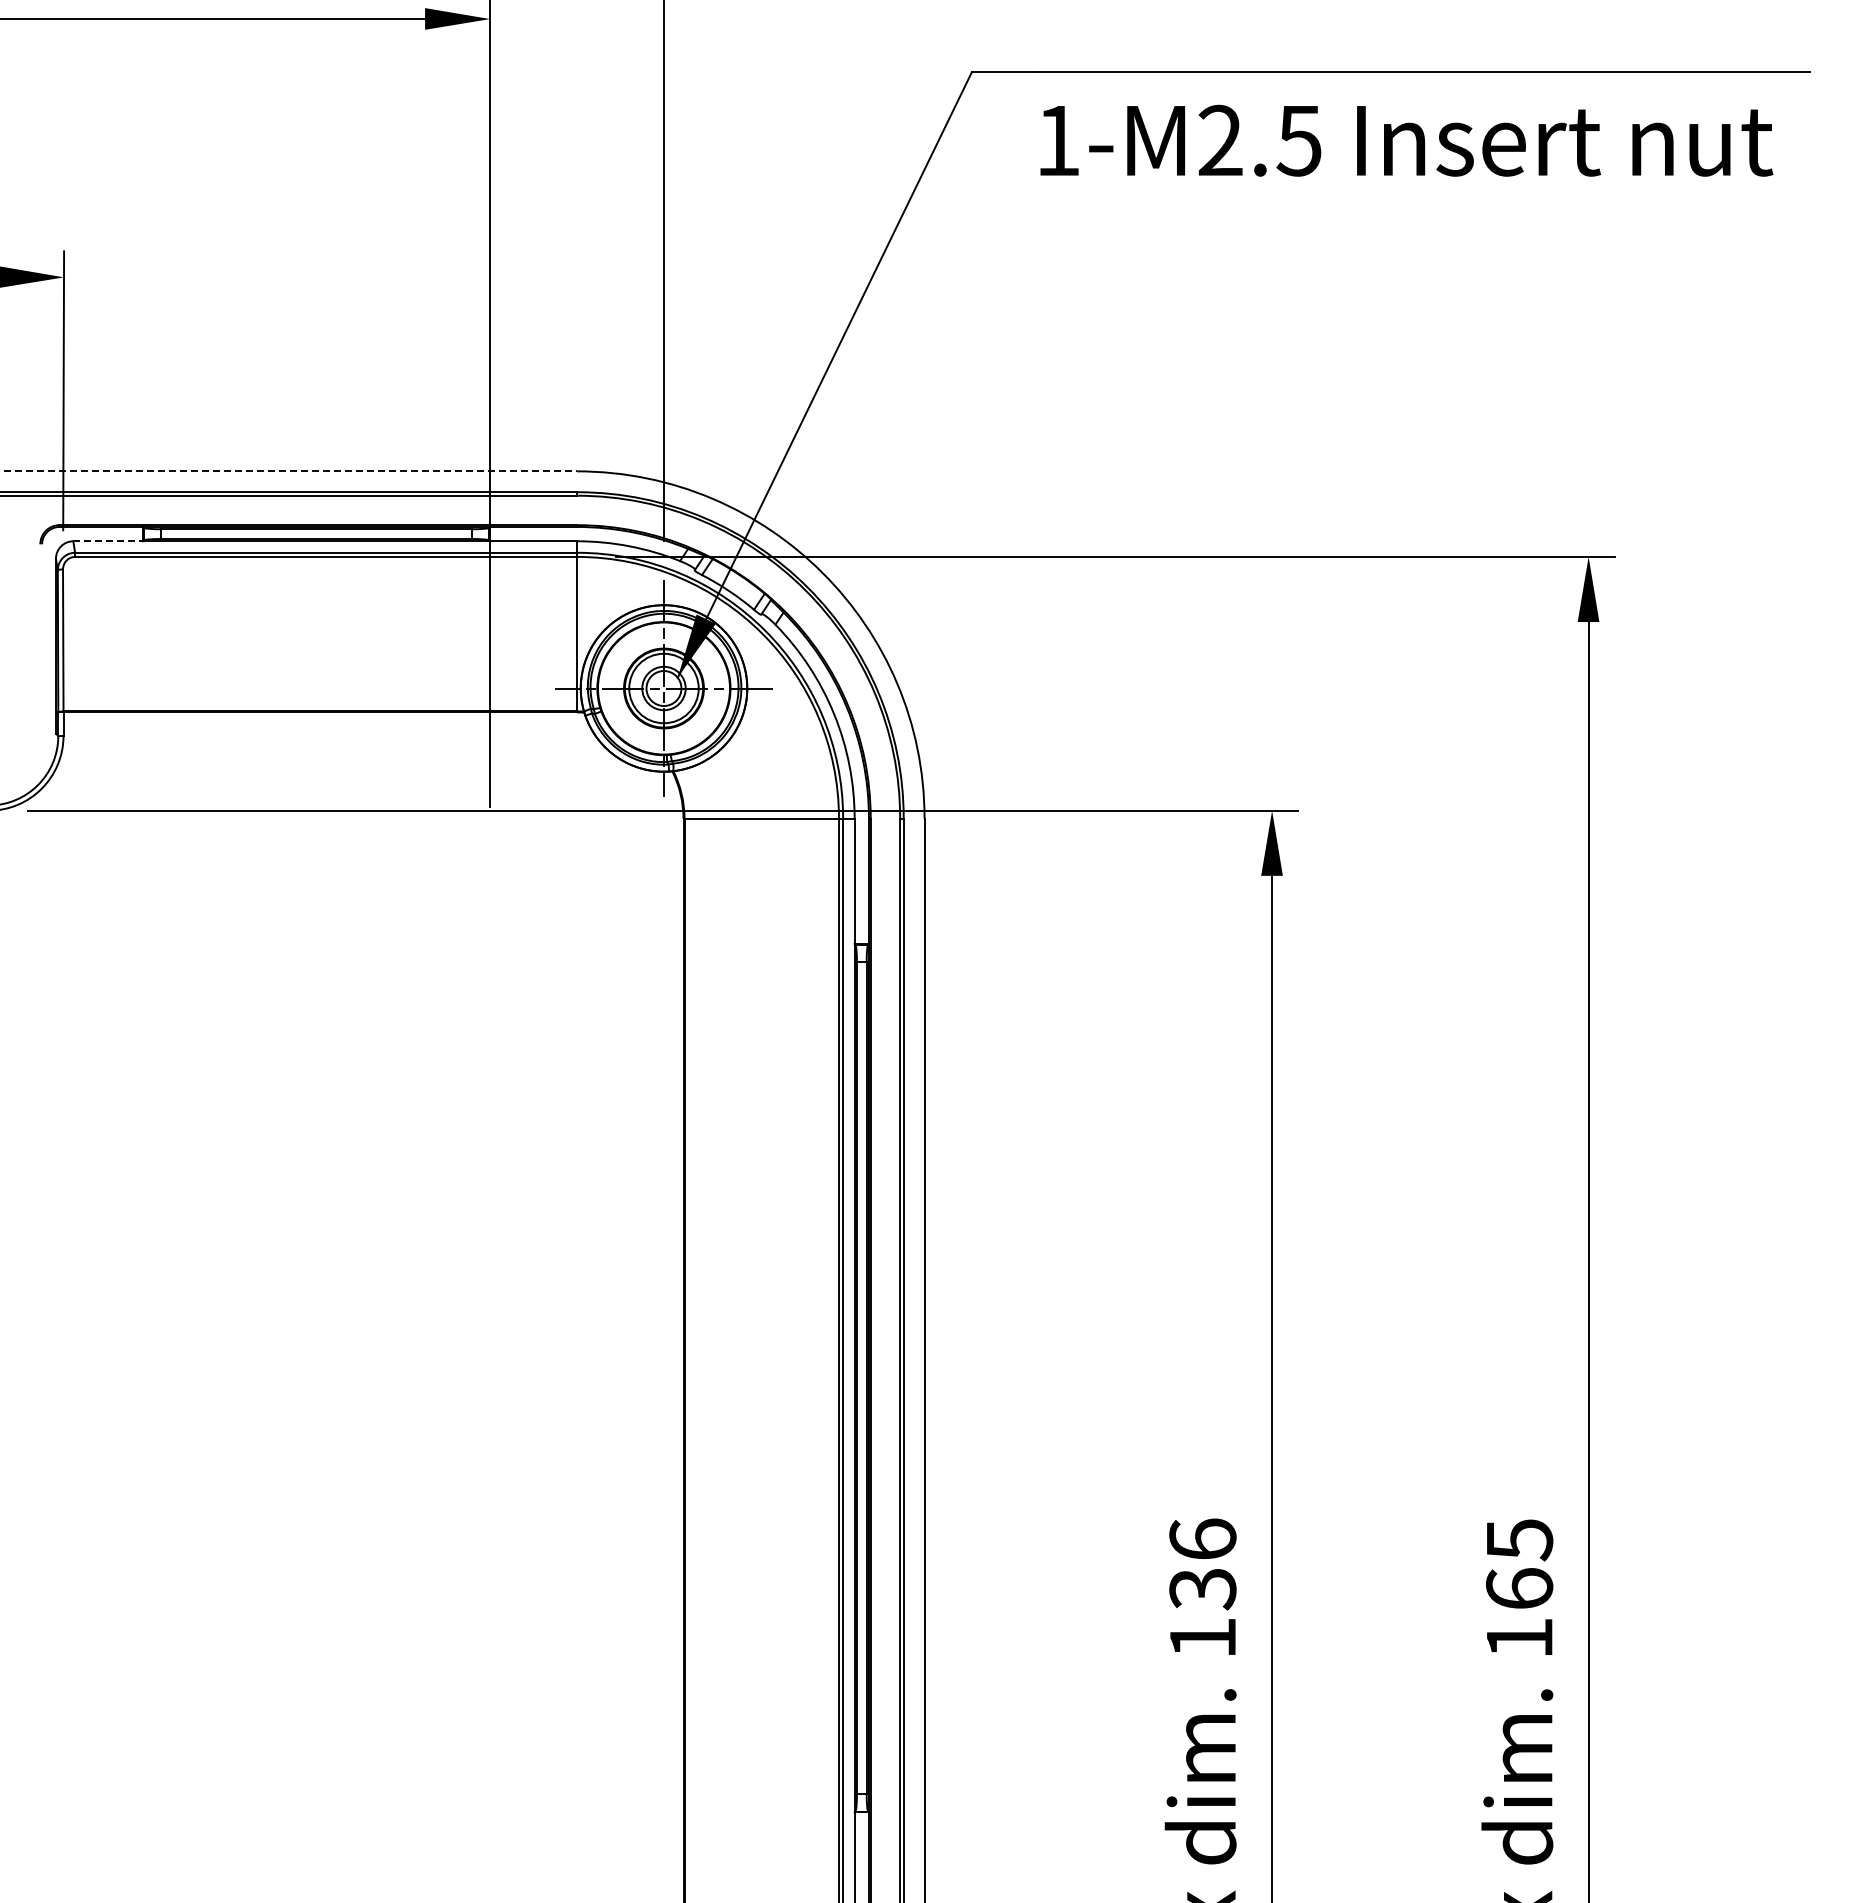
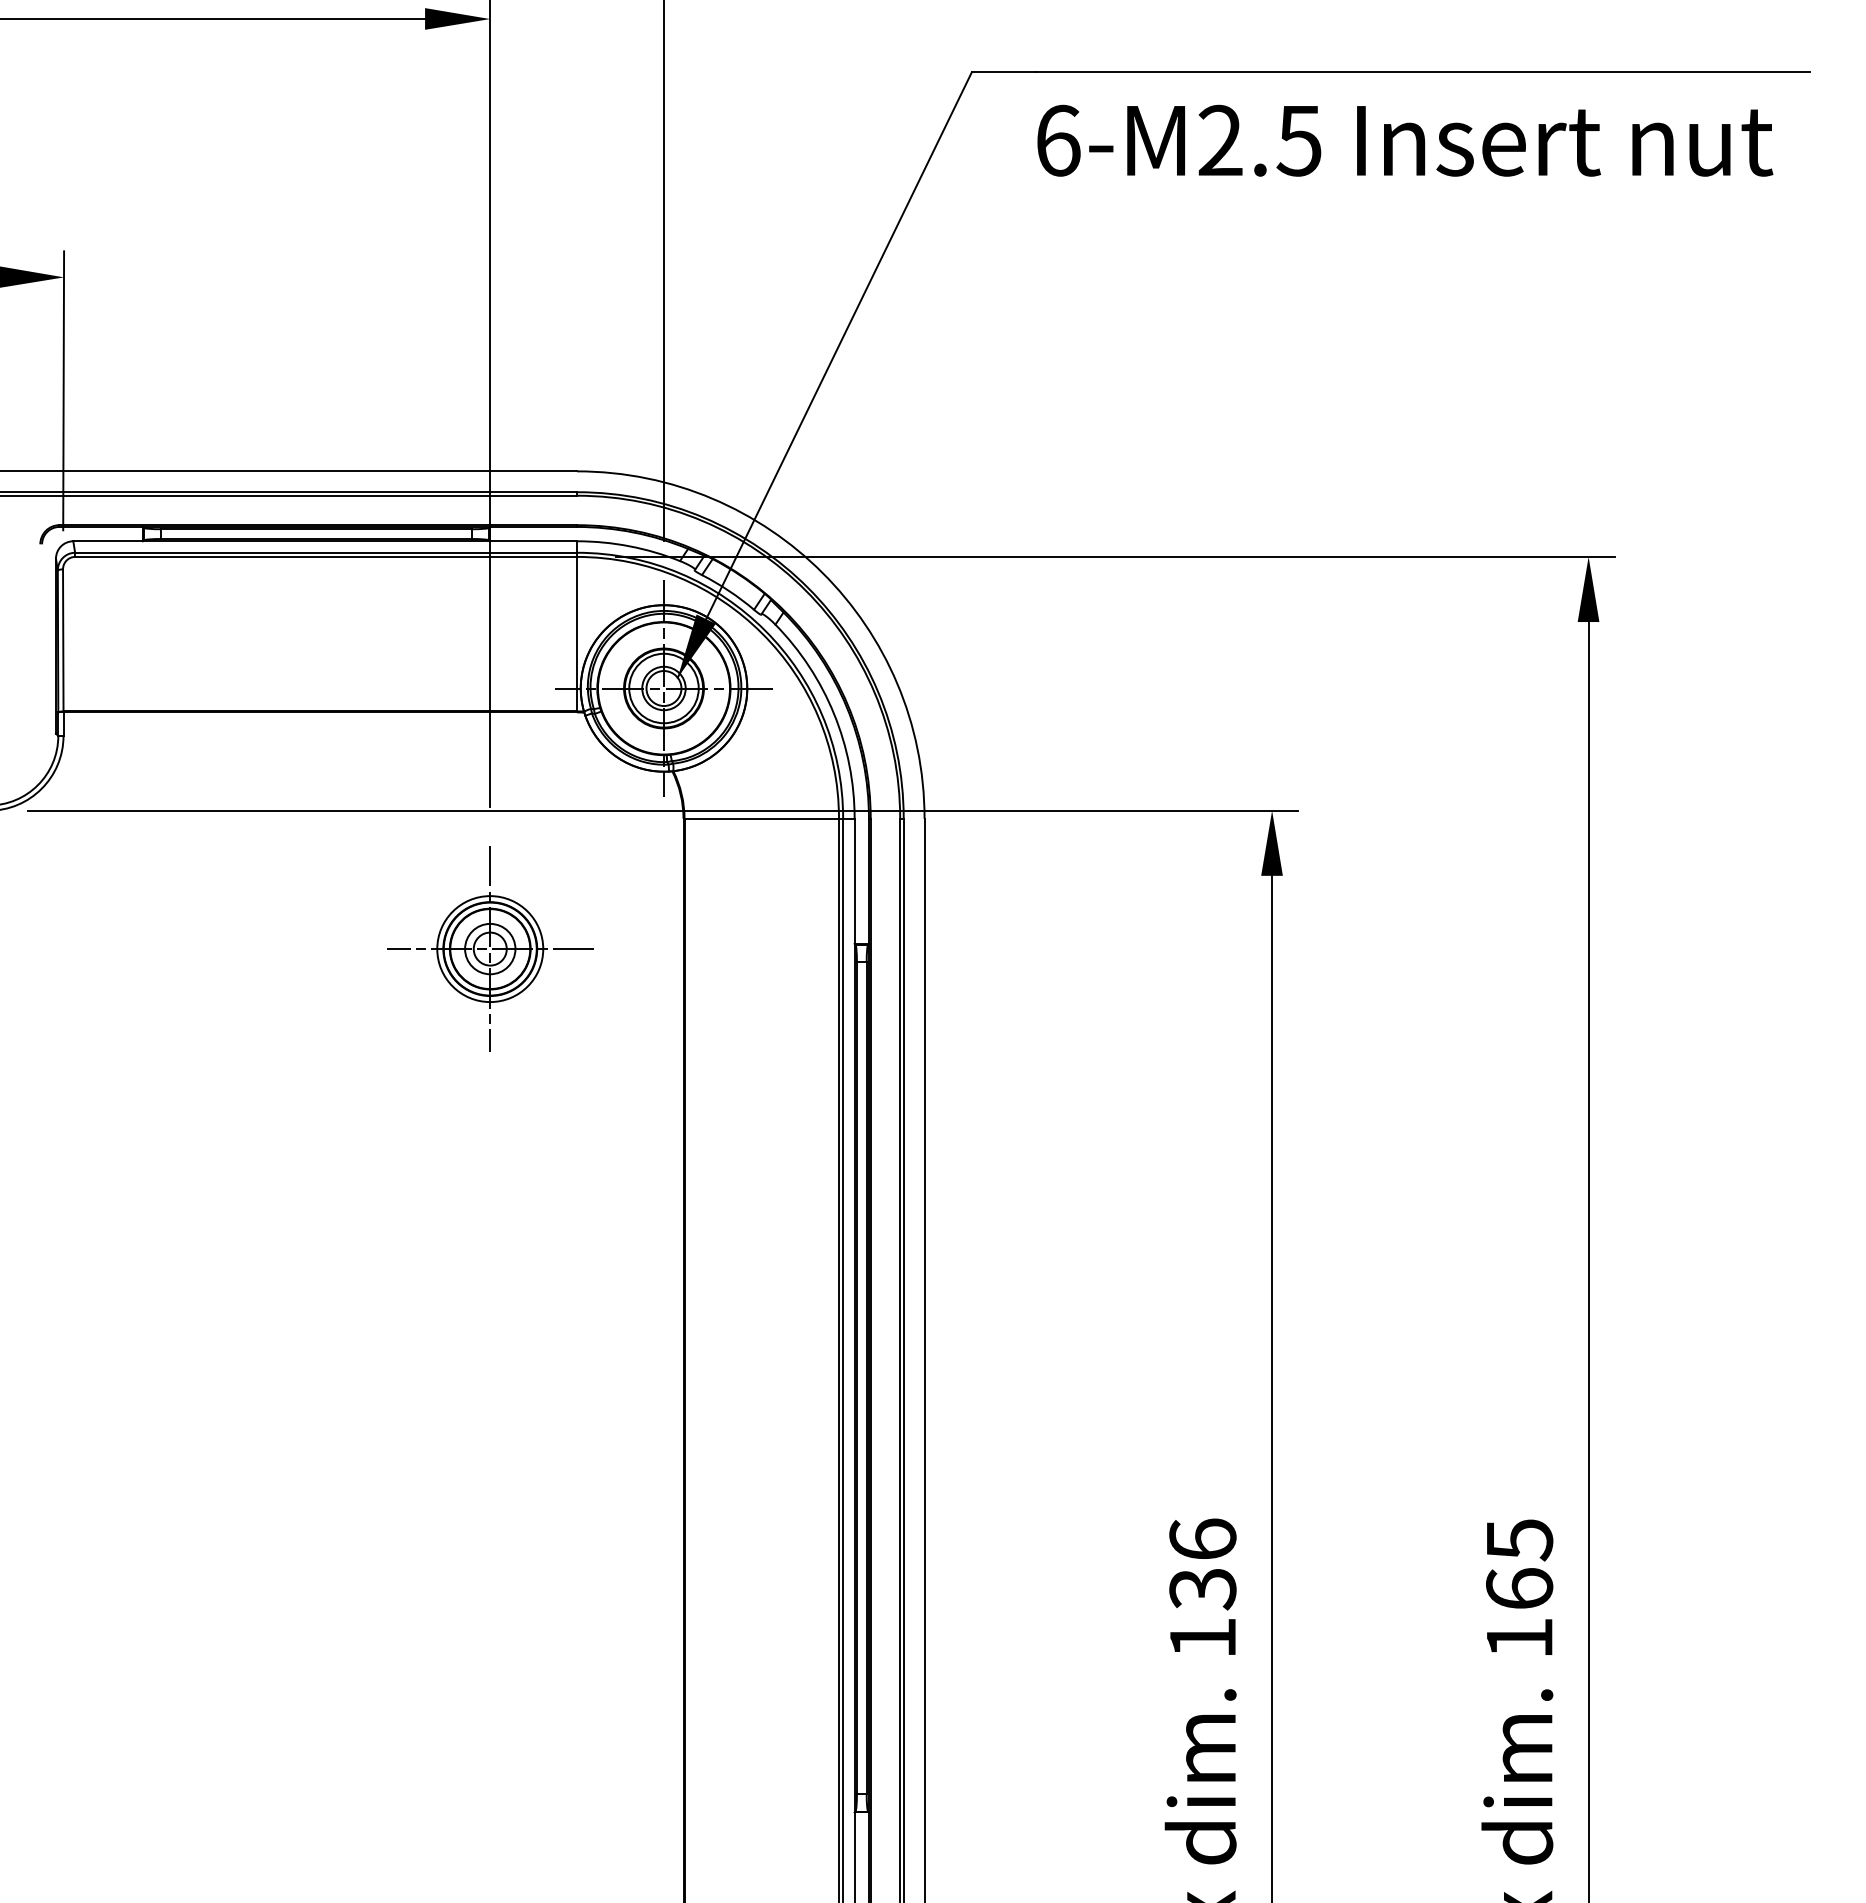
text at (1058, 140): 1-M2.5 -> 6-M2.5
line at (289, 471): dashed -> solid
line at (108, 541): dashed -> solid
part at (490, 948): none -> present
